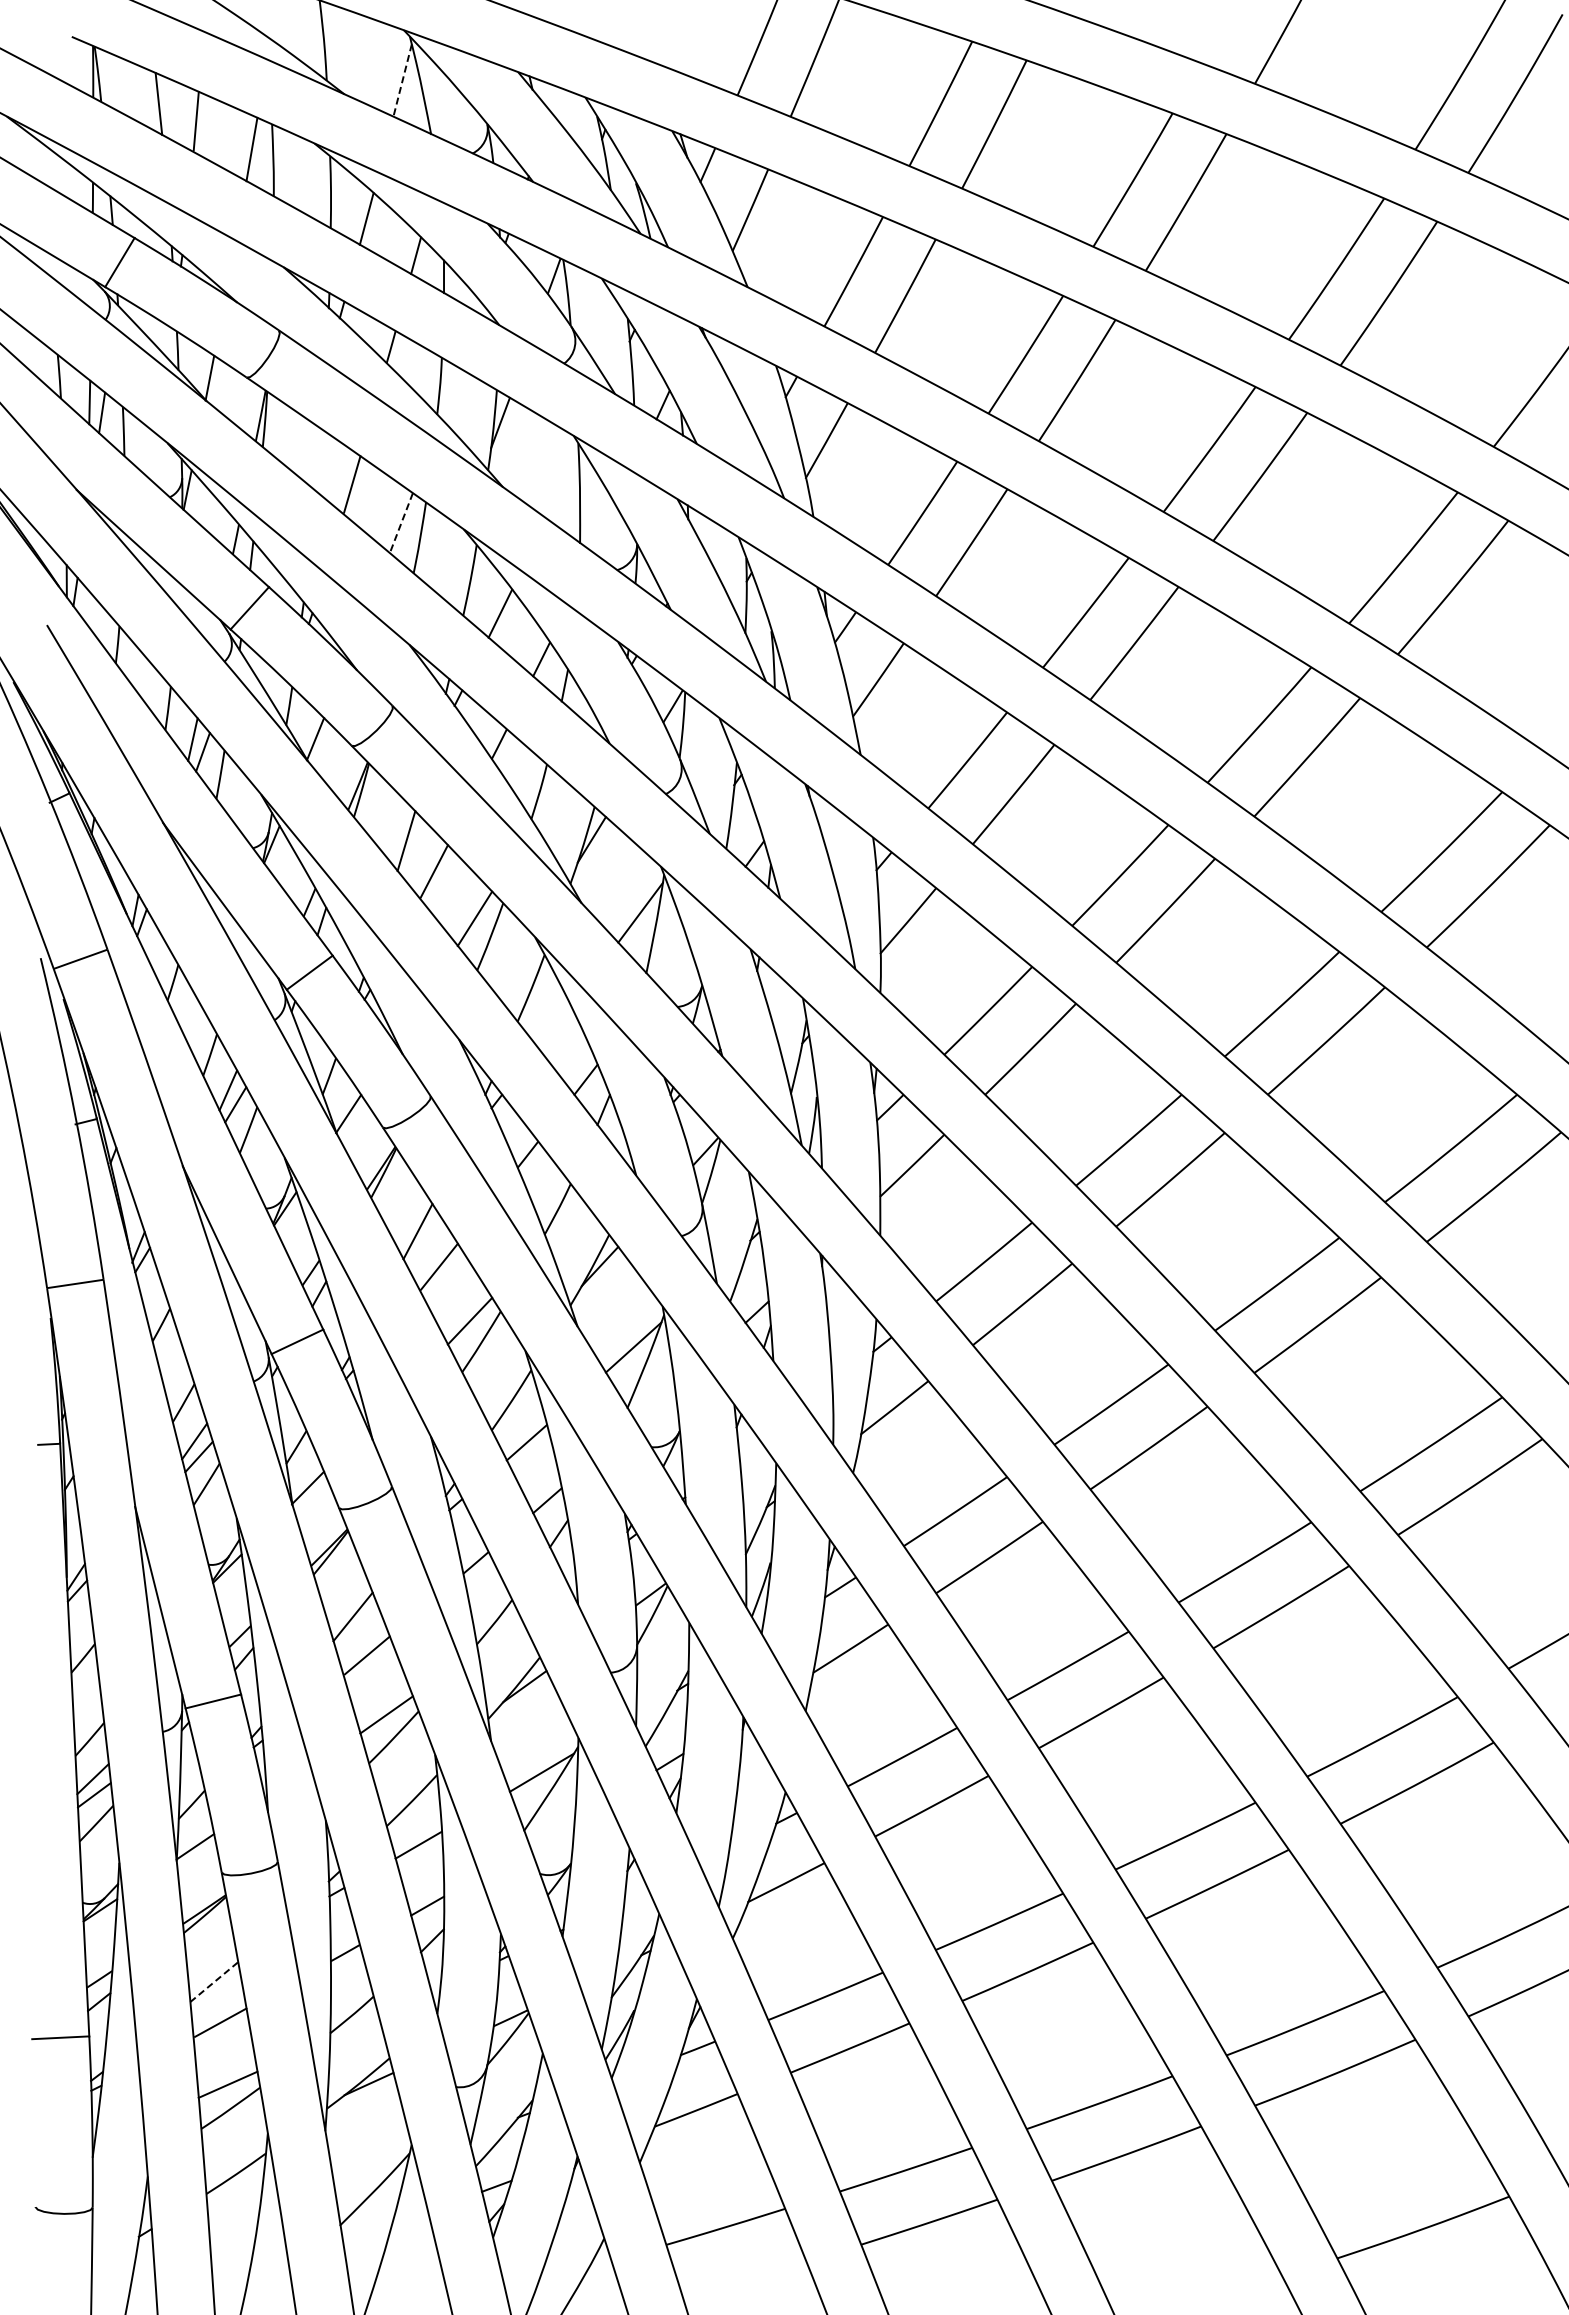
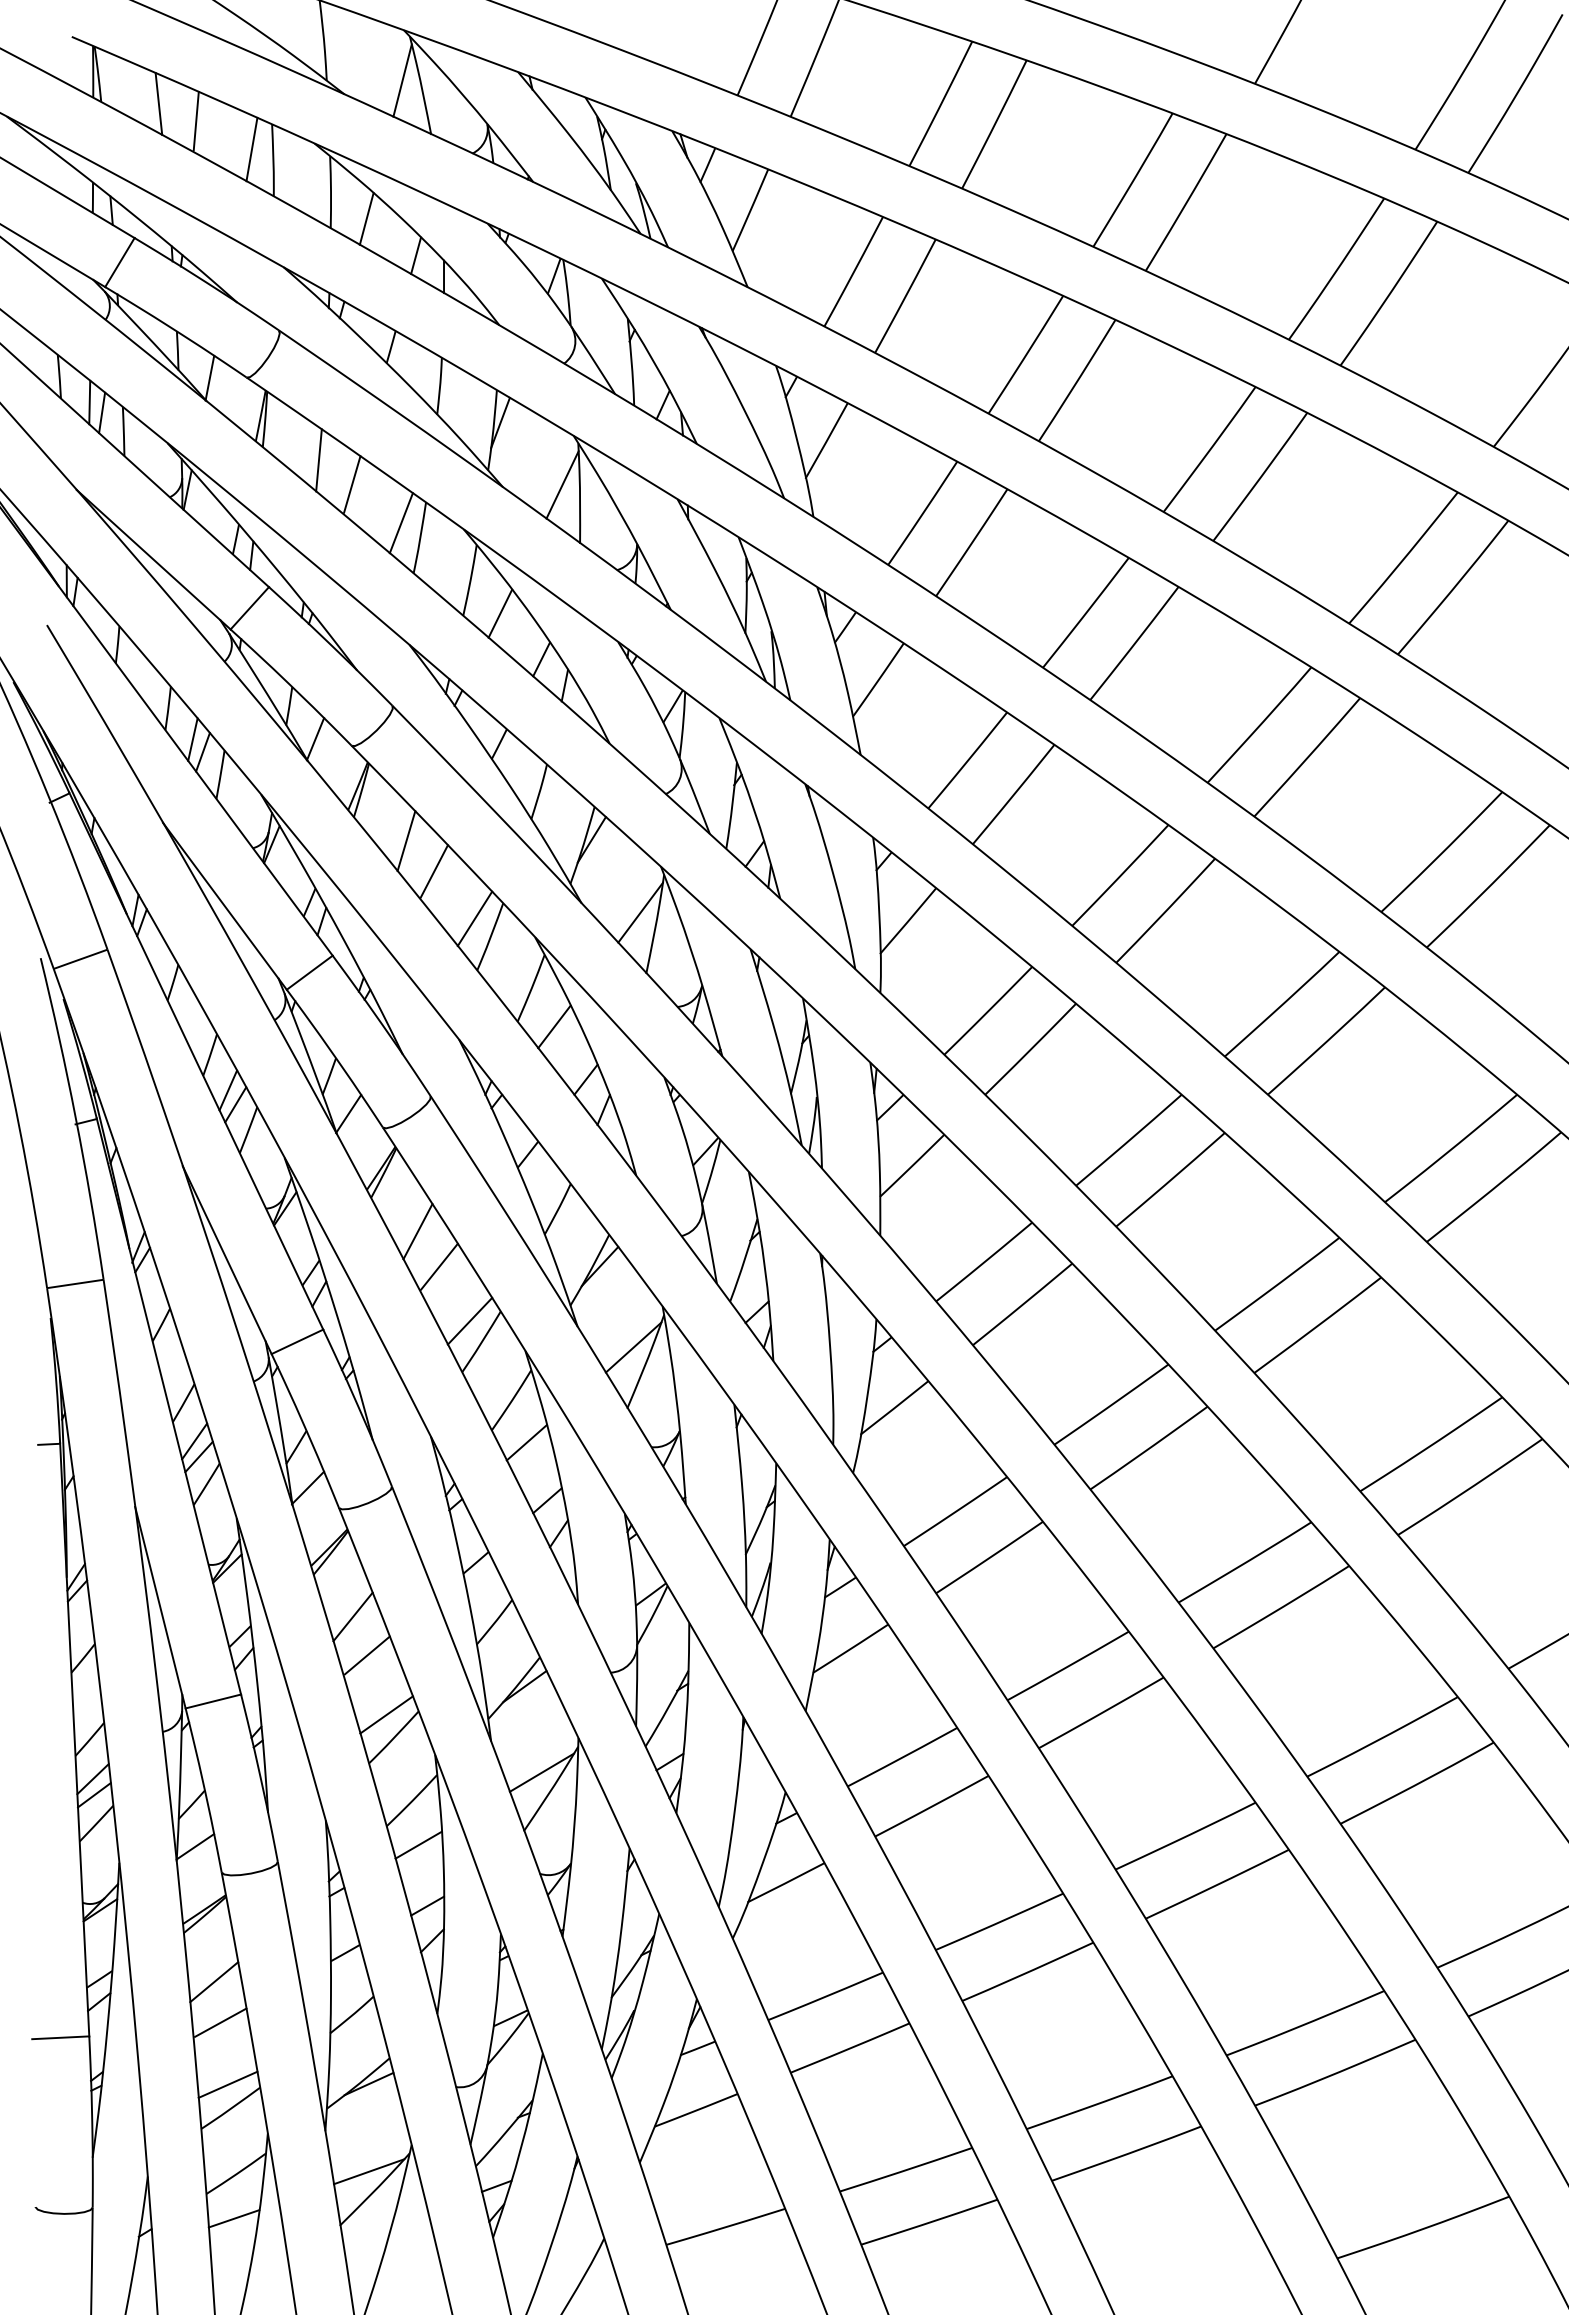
line at (402, 81): dashed -> solid
line at (318, 460): none -> present
line at (562, 484): none -> present
line at (401, 523): dashed -> solid
line at (554, 1026): none -> present
line at (214, 1981): dashed -> solid
line at (368, 2171): none -> present
line at (233, 2218): none -> present
